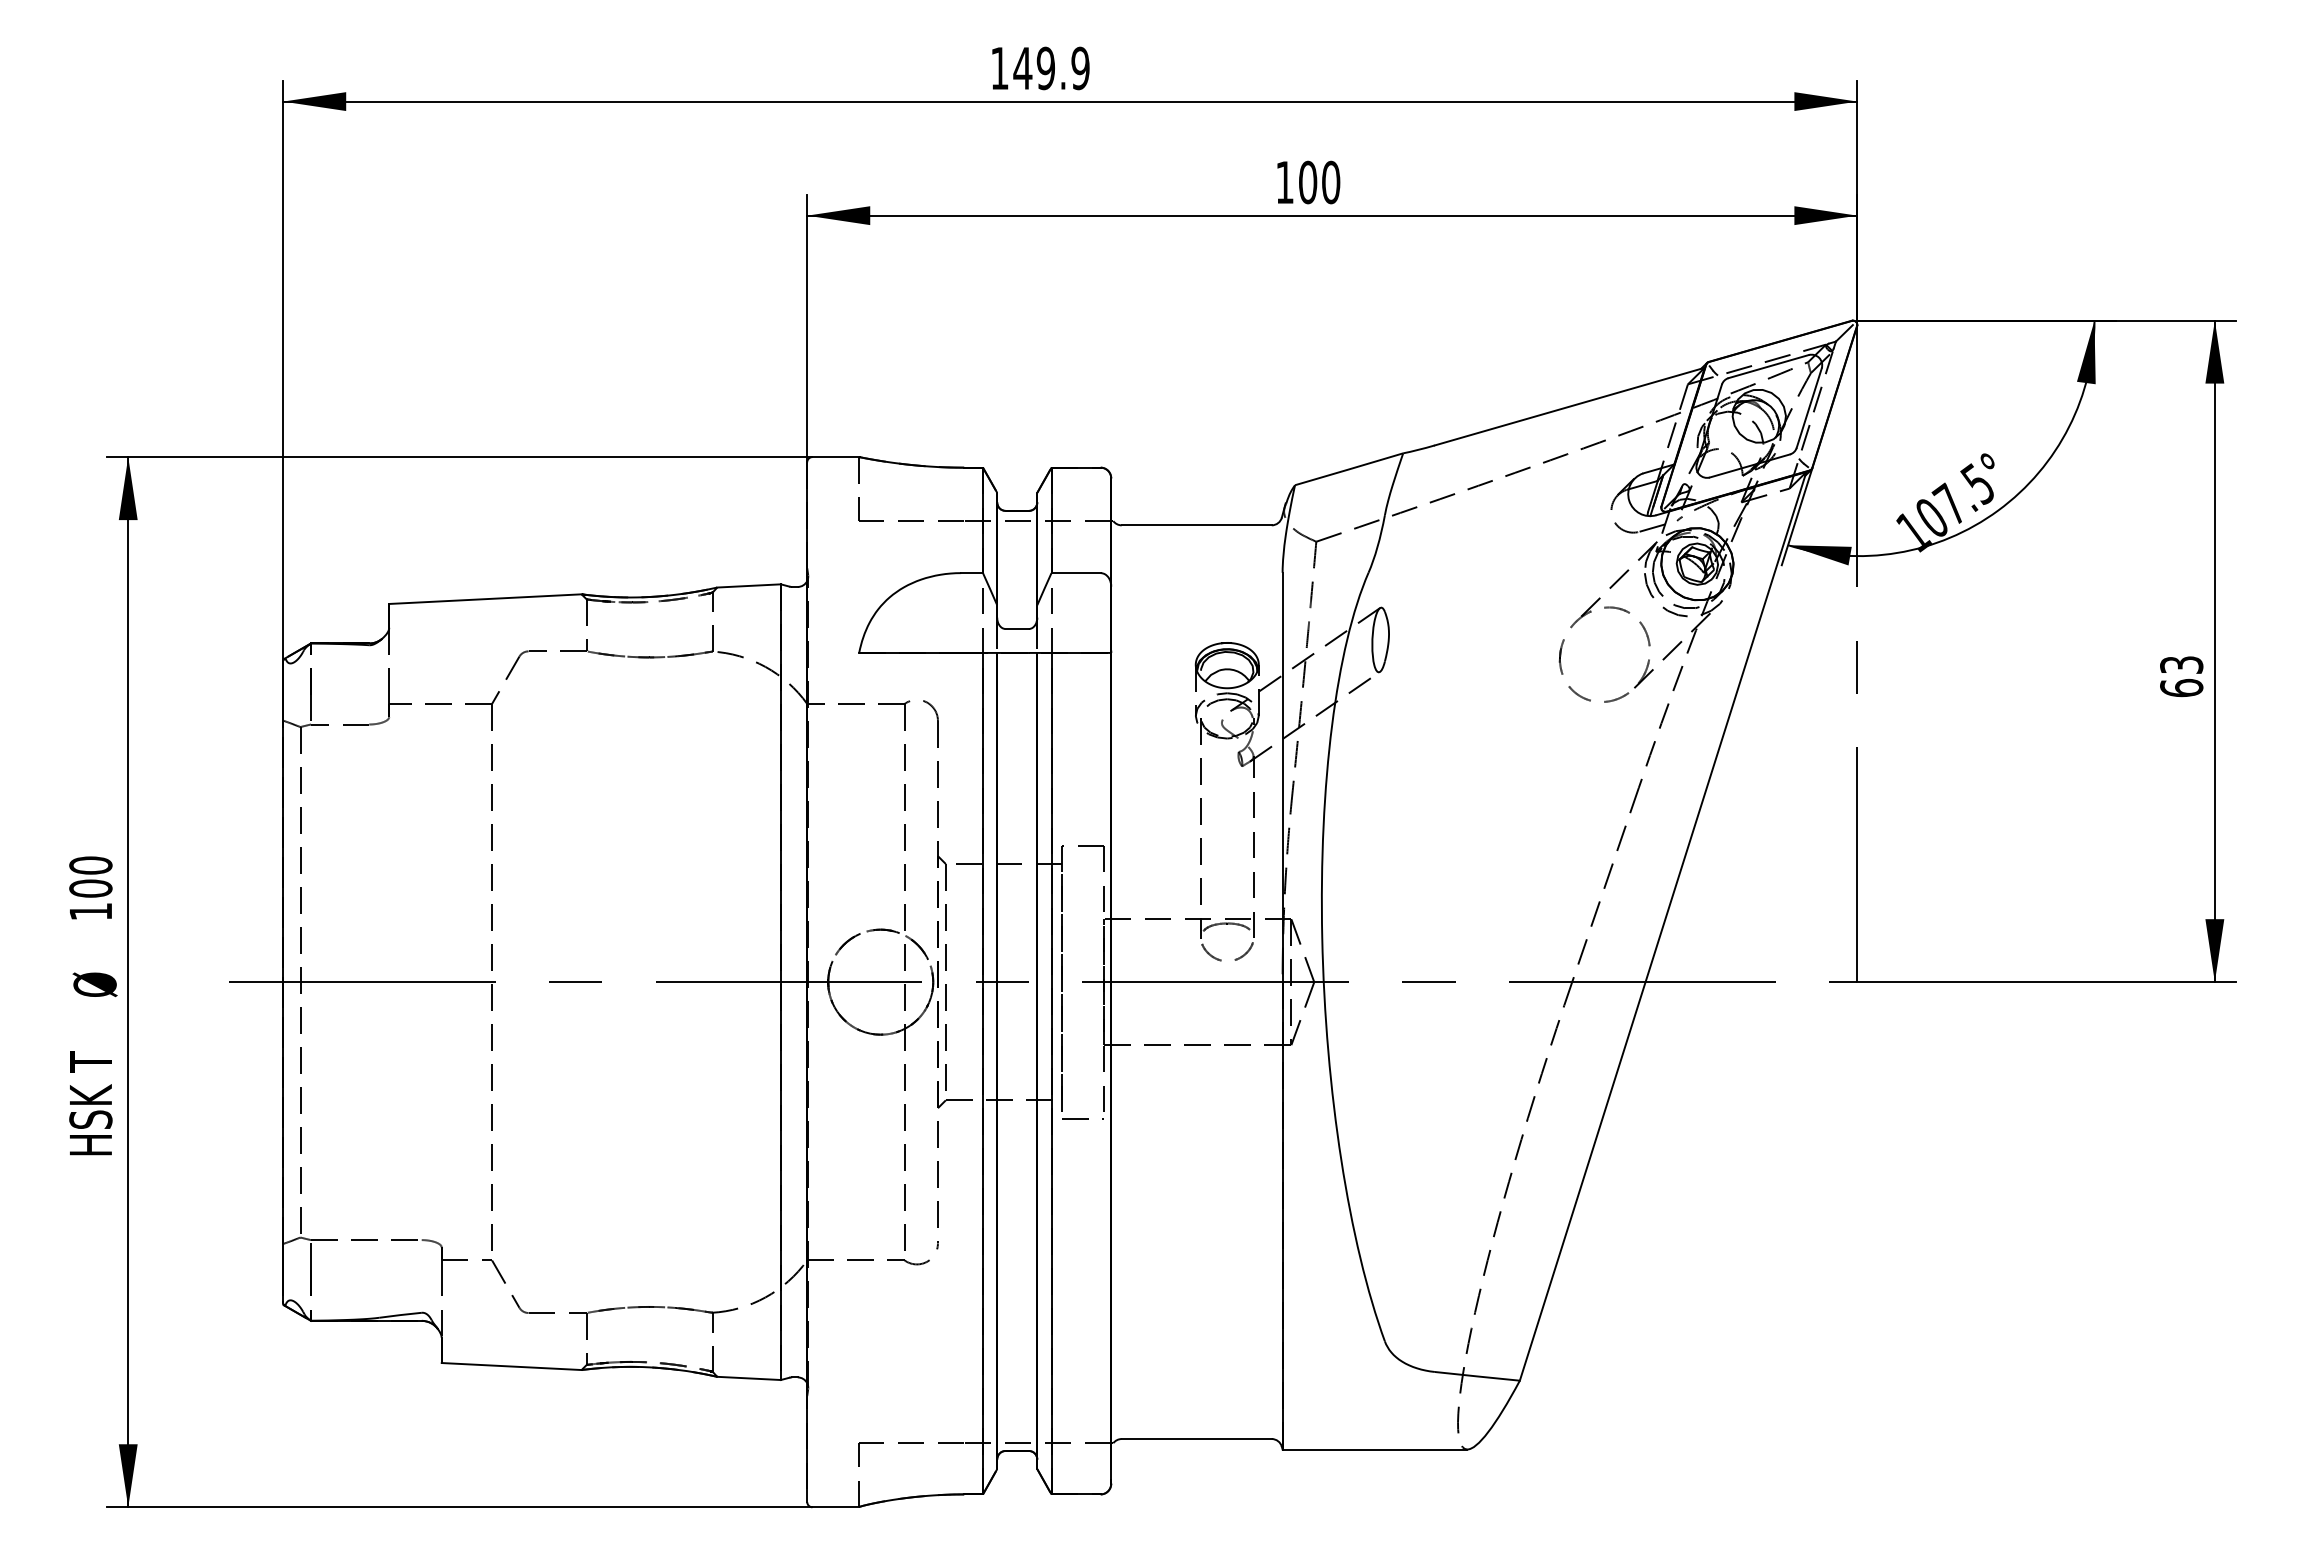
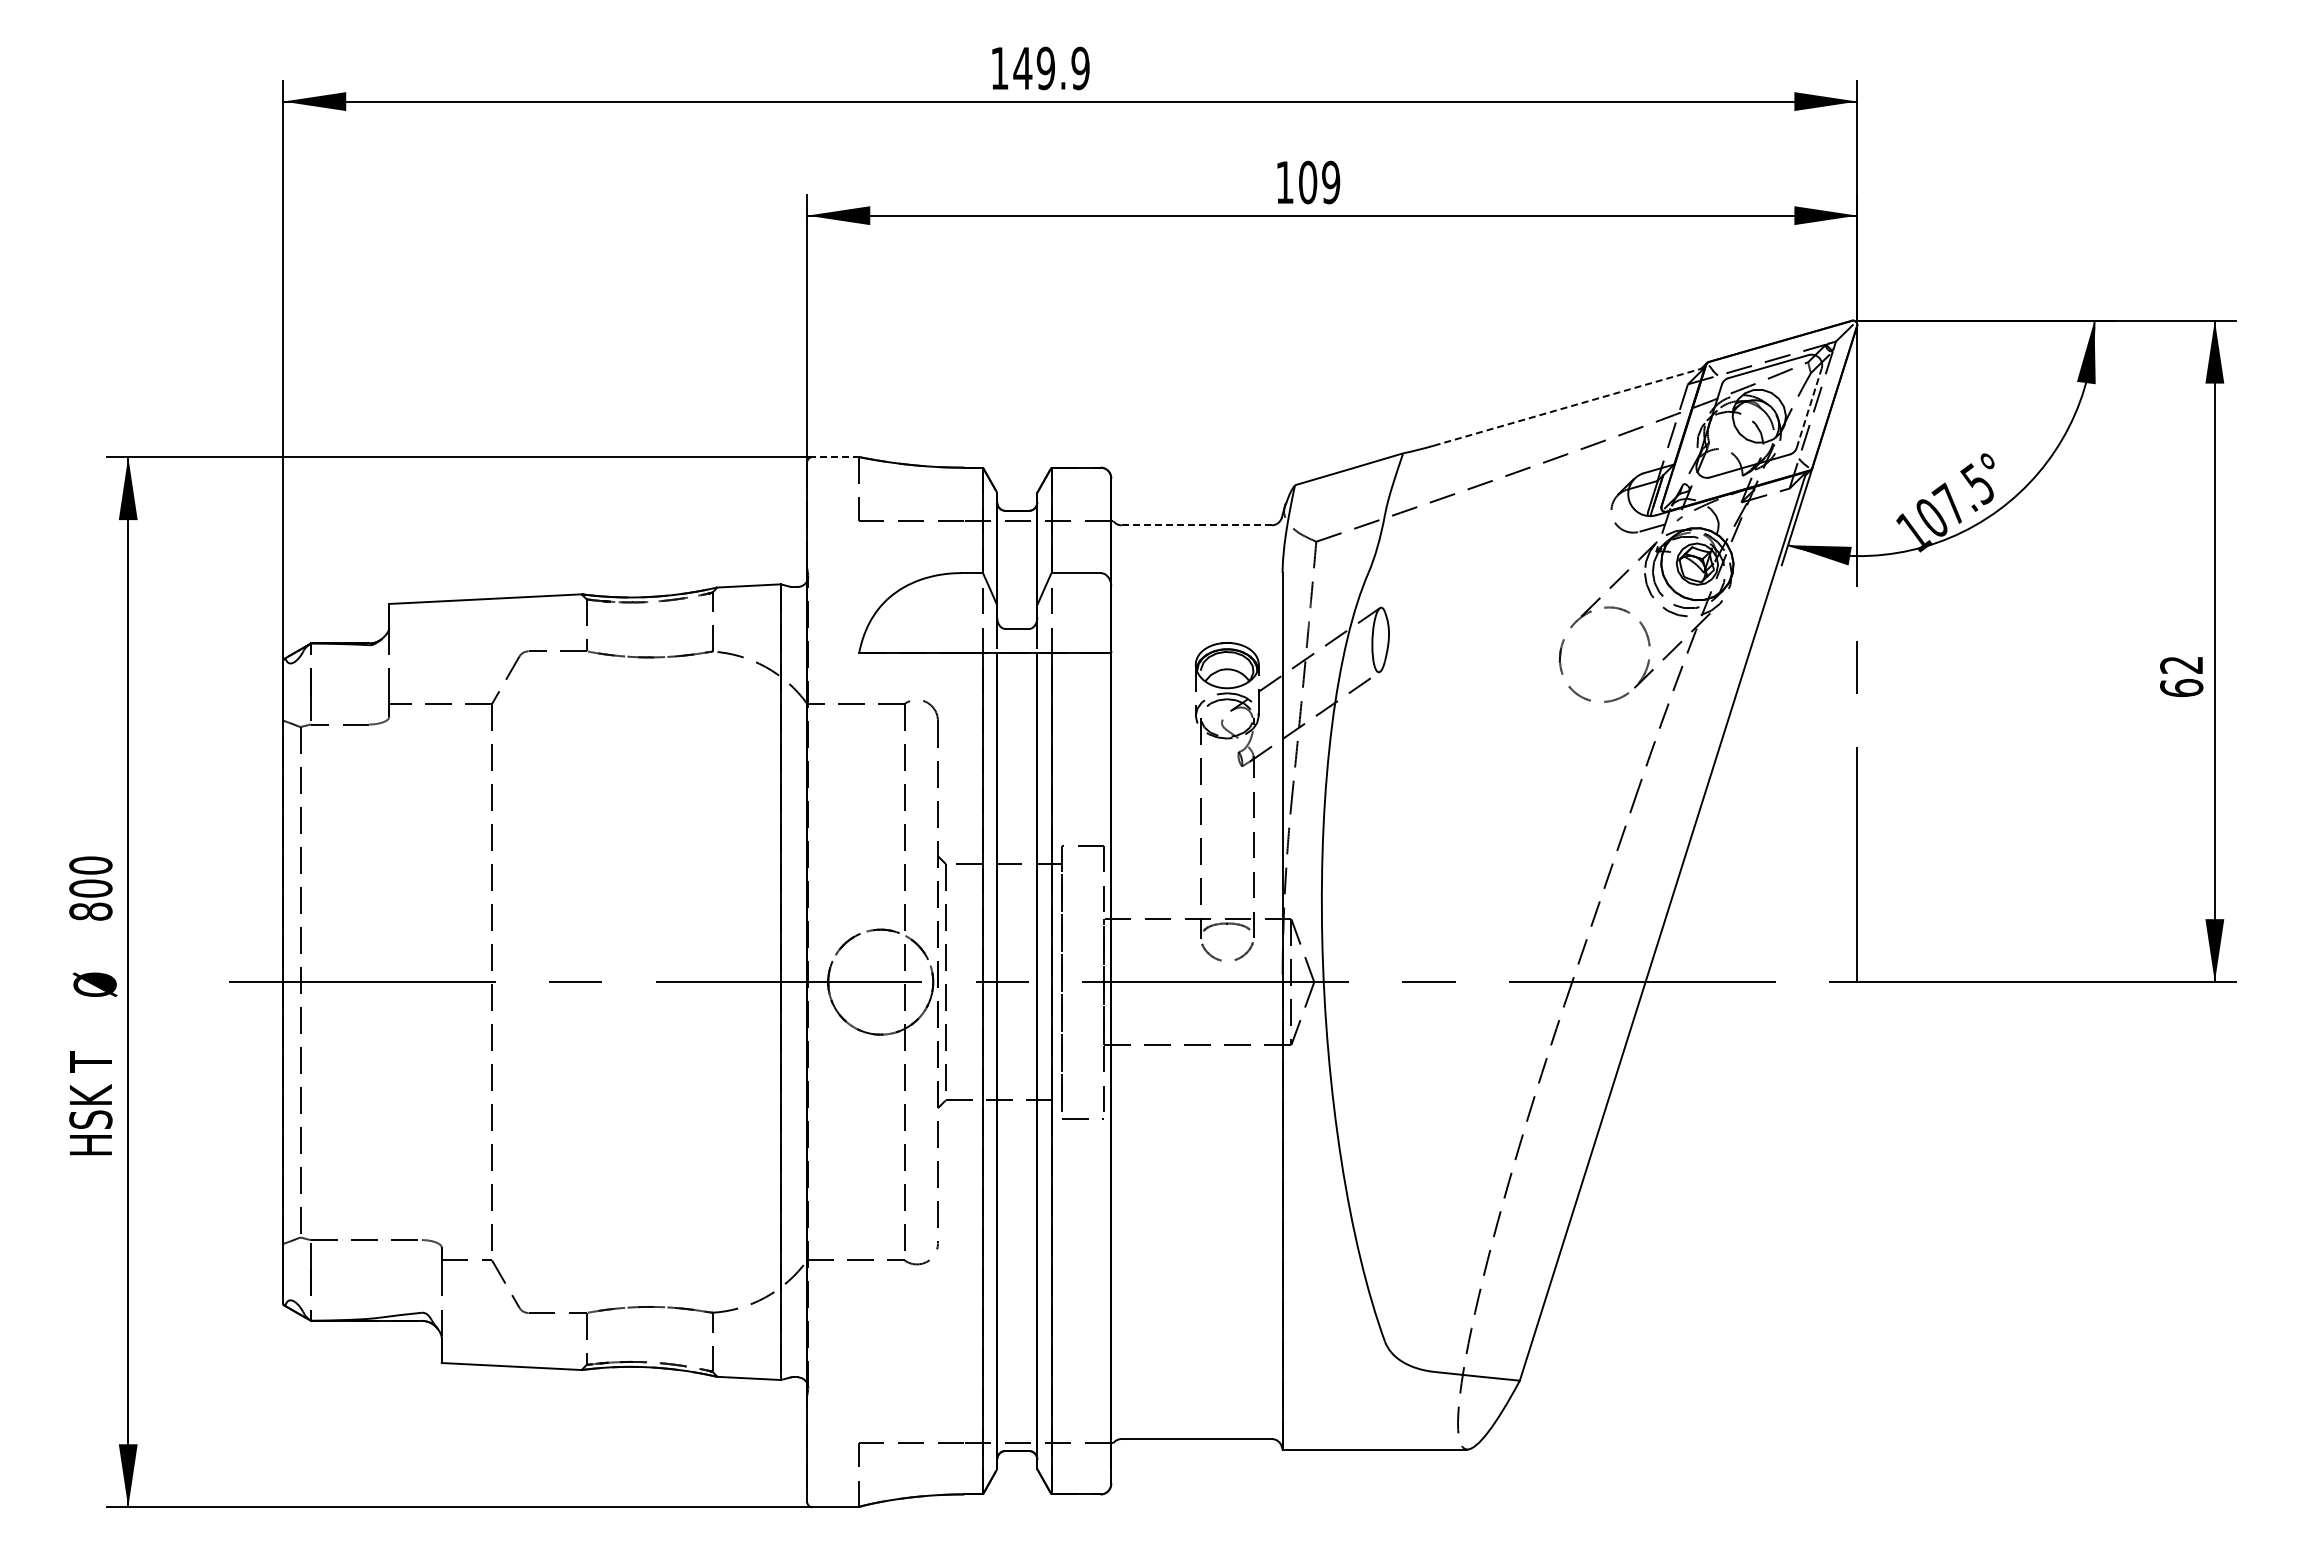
text at (1331, 182): 100 -> 109
line at (1569, 406): solid -> dashed
line at (1809, 408): solid -> dashed
line at (836, 457): solid -> dashed
line at (1196, 525): solid -> dashed
text at (2181, 664): 63 -> 62
text at (90, 911): 100 -> 800
